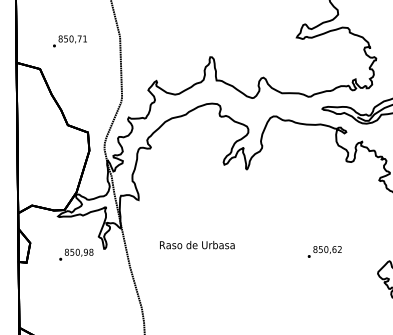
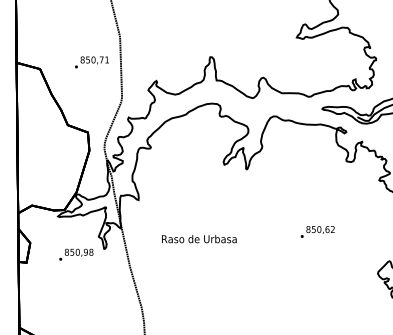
text at (69, 41) position: (69, 41) -> (91, 62)
text at (197, 245) position: (197, 245) -> (199, 239)
text at (324, 251) position: (324, 251) -> (317, 231)
